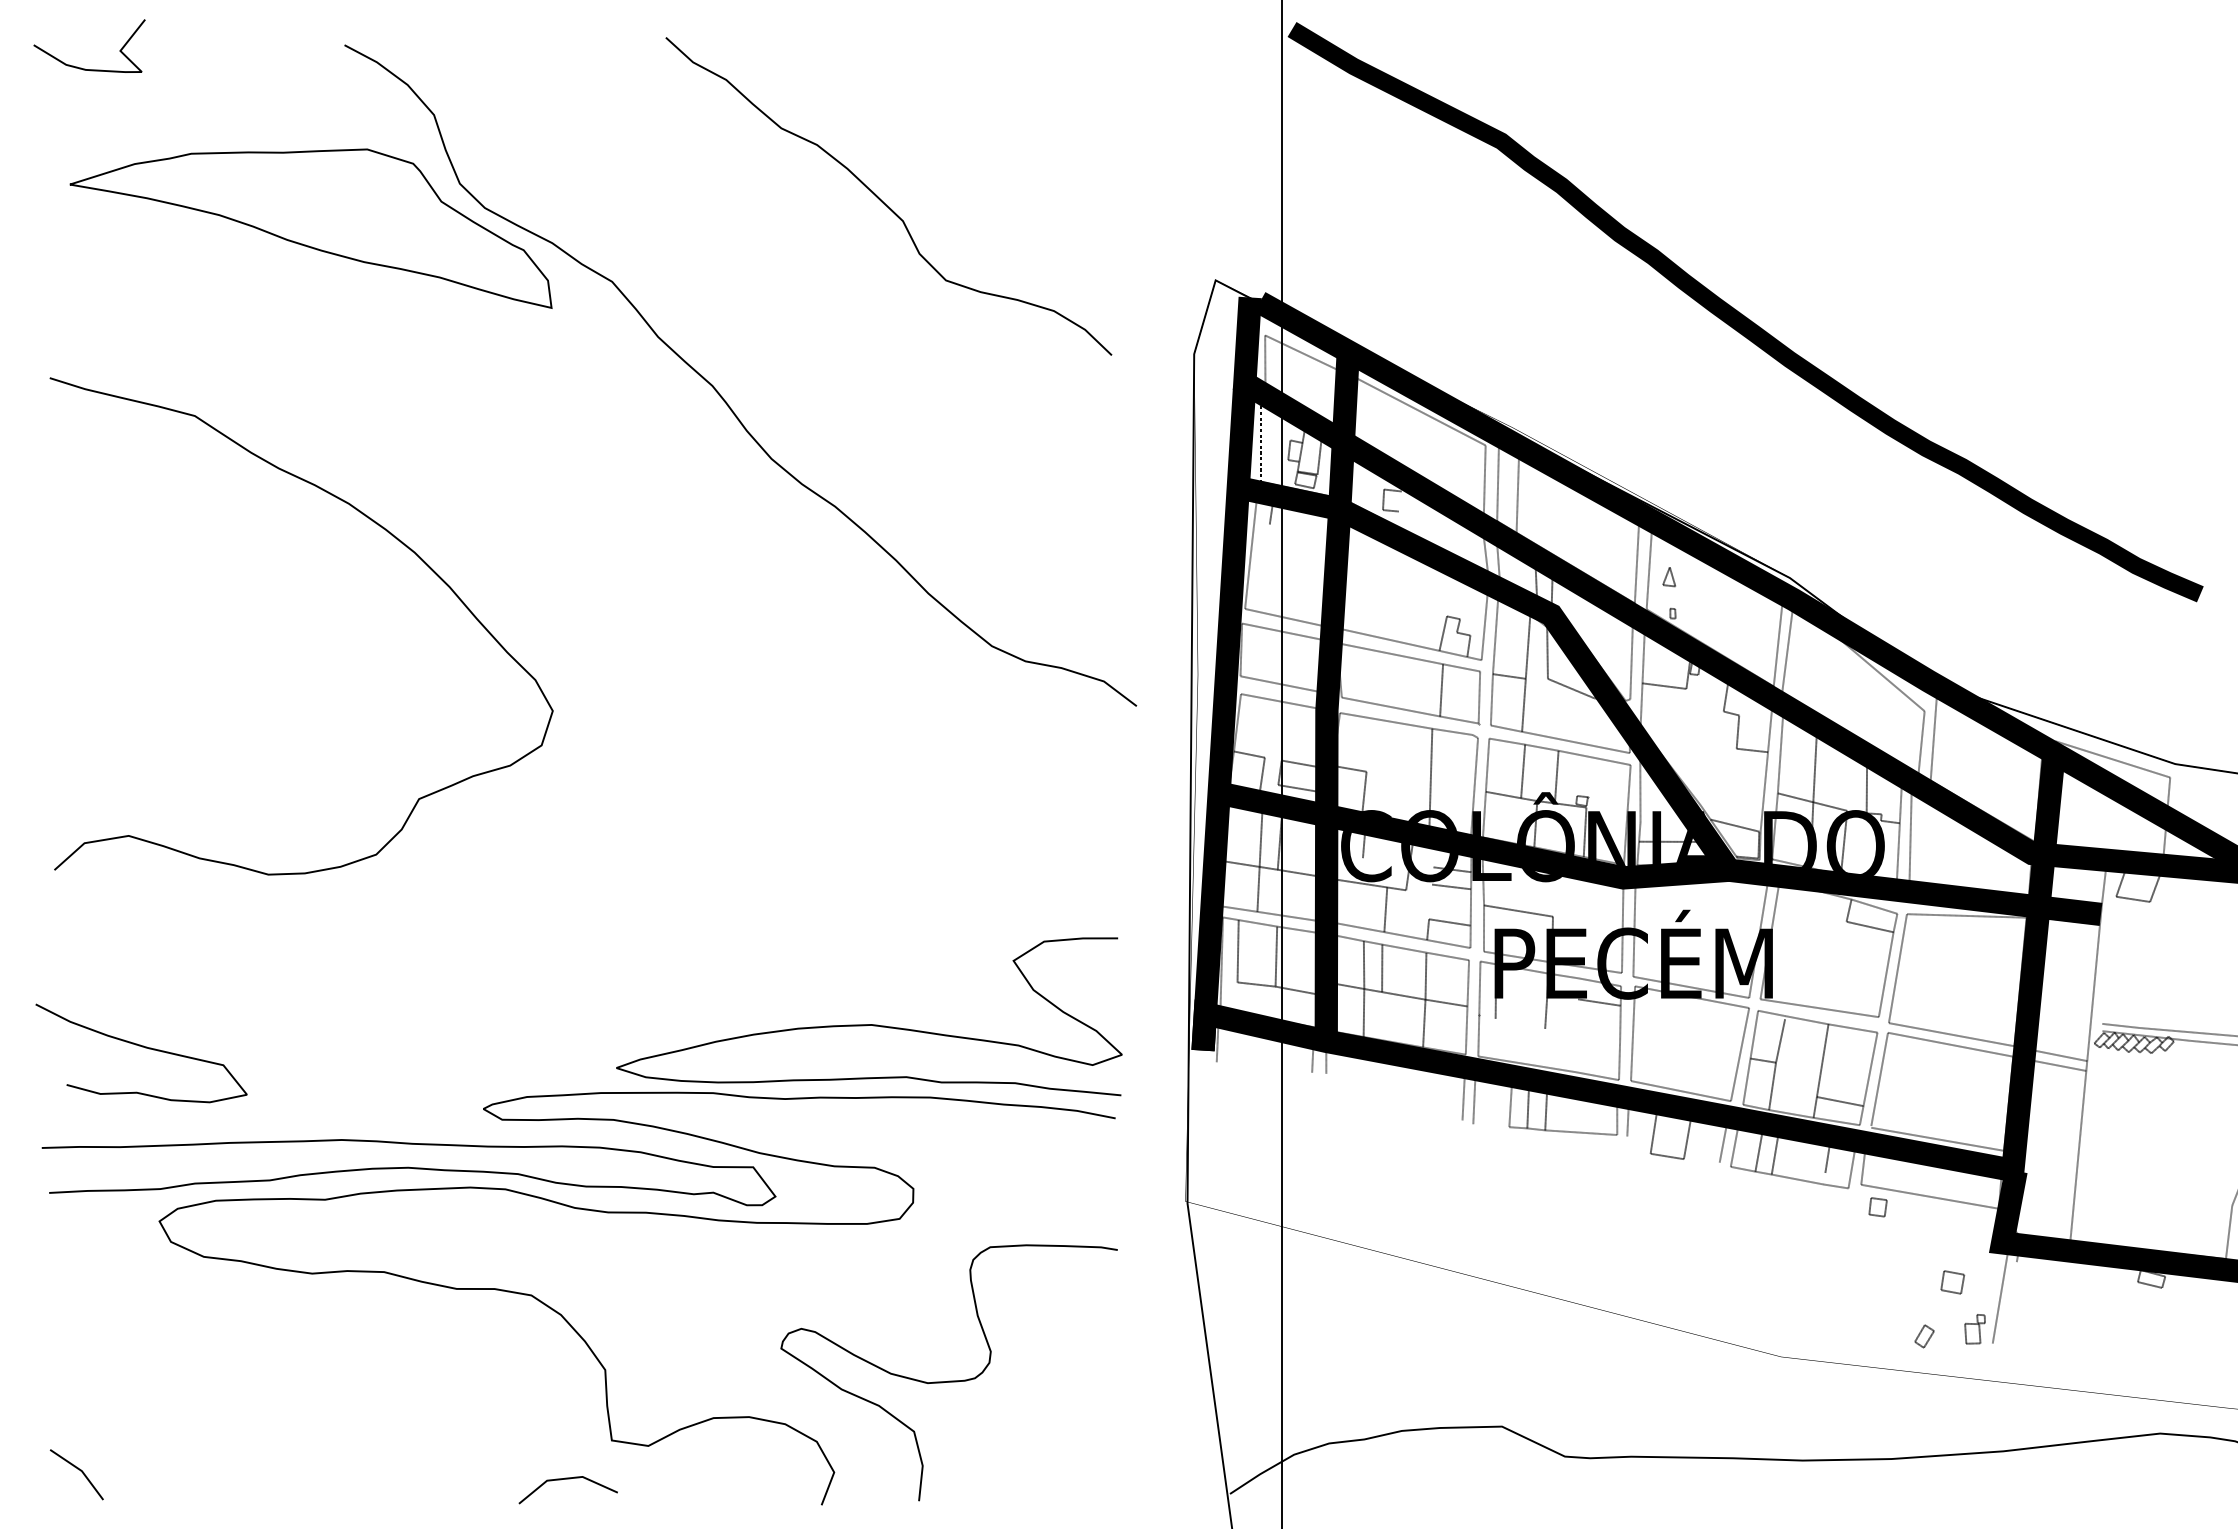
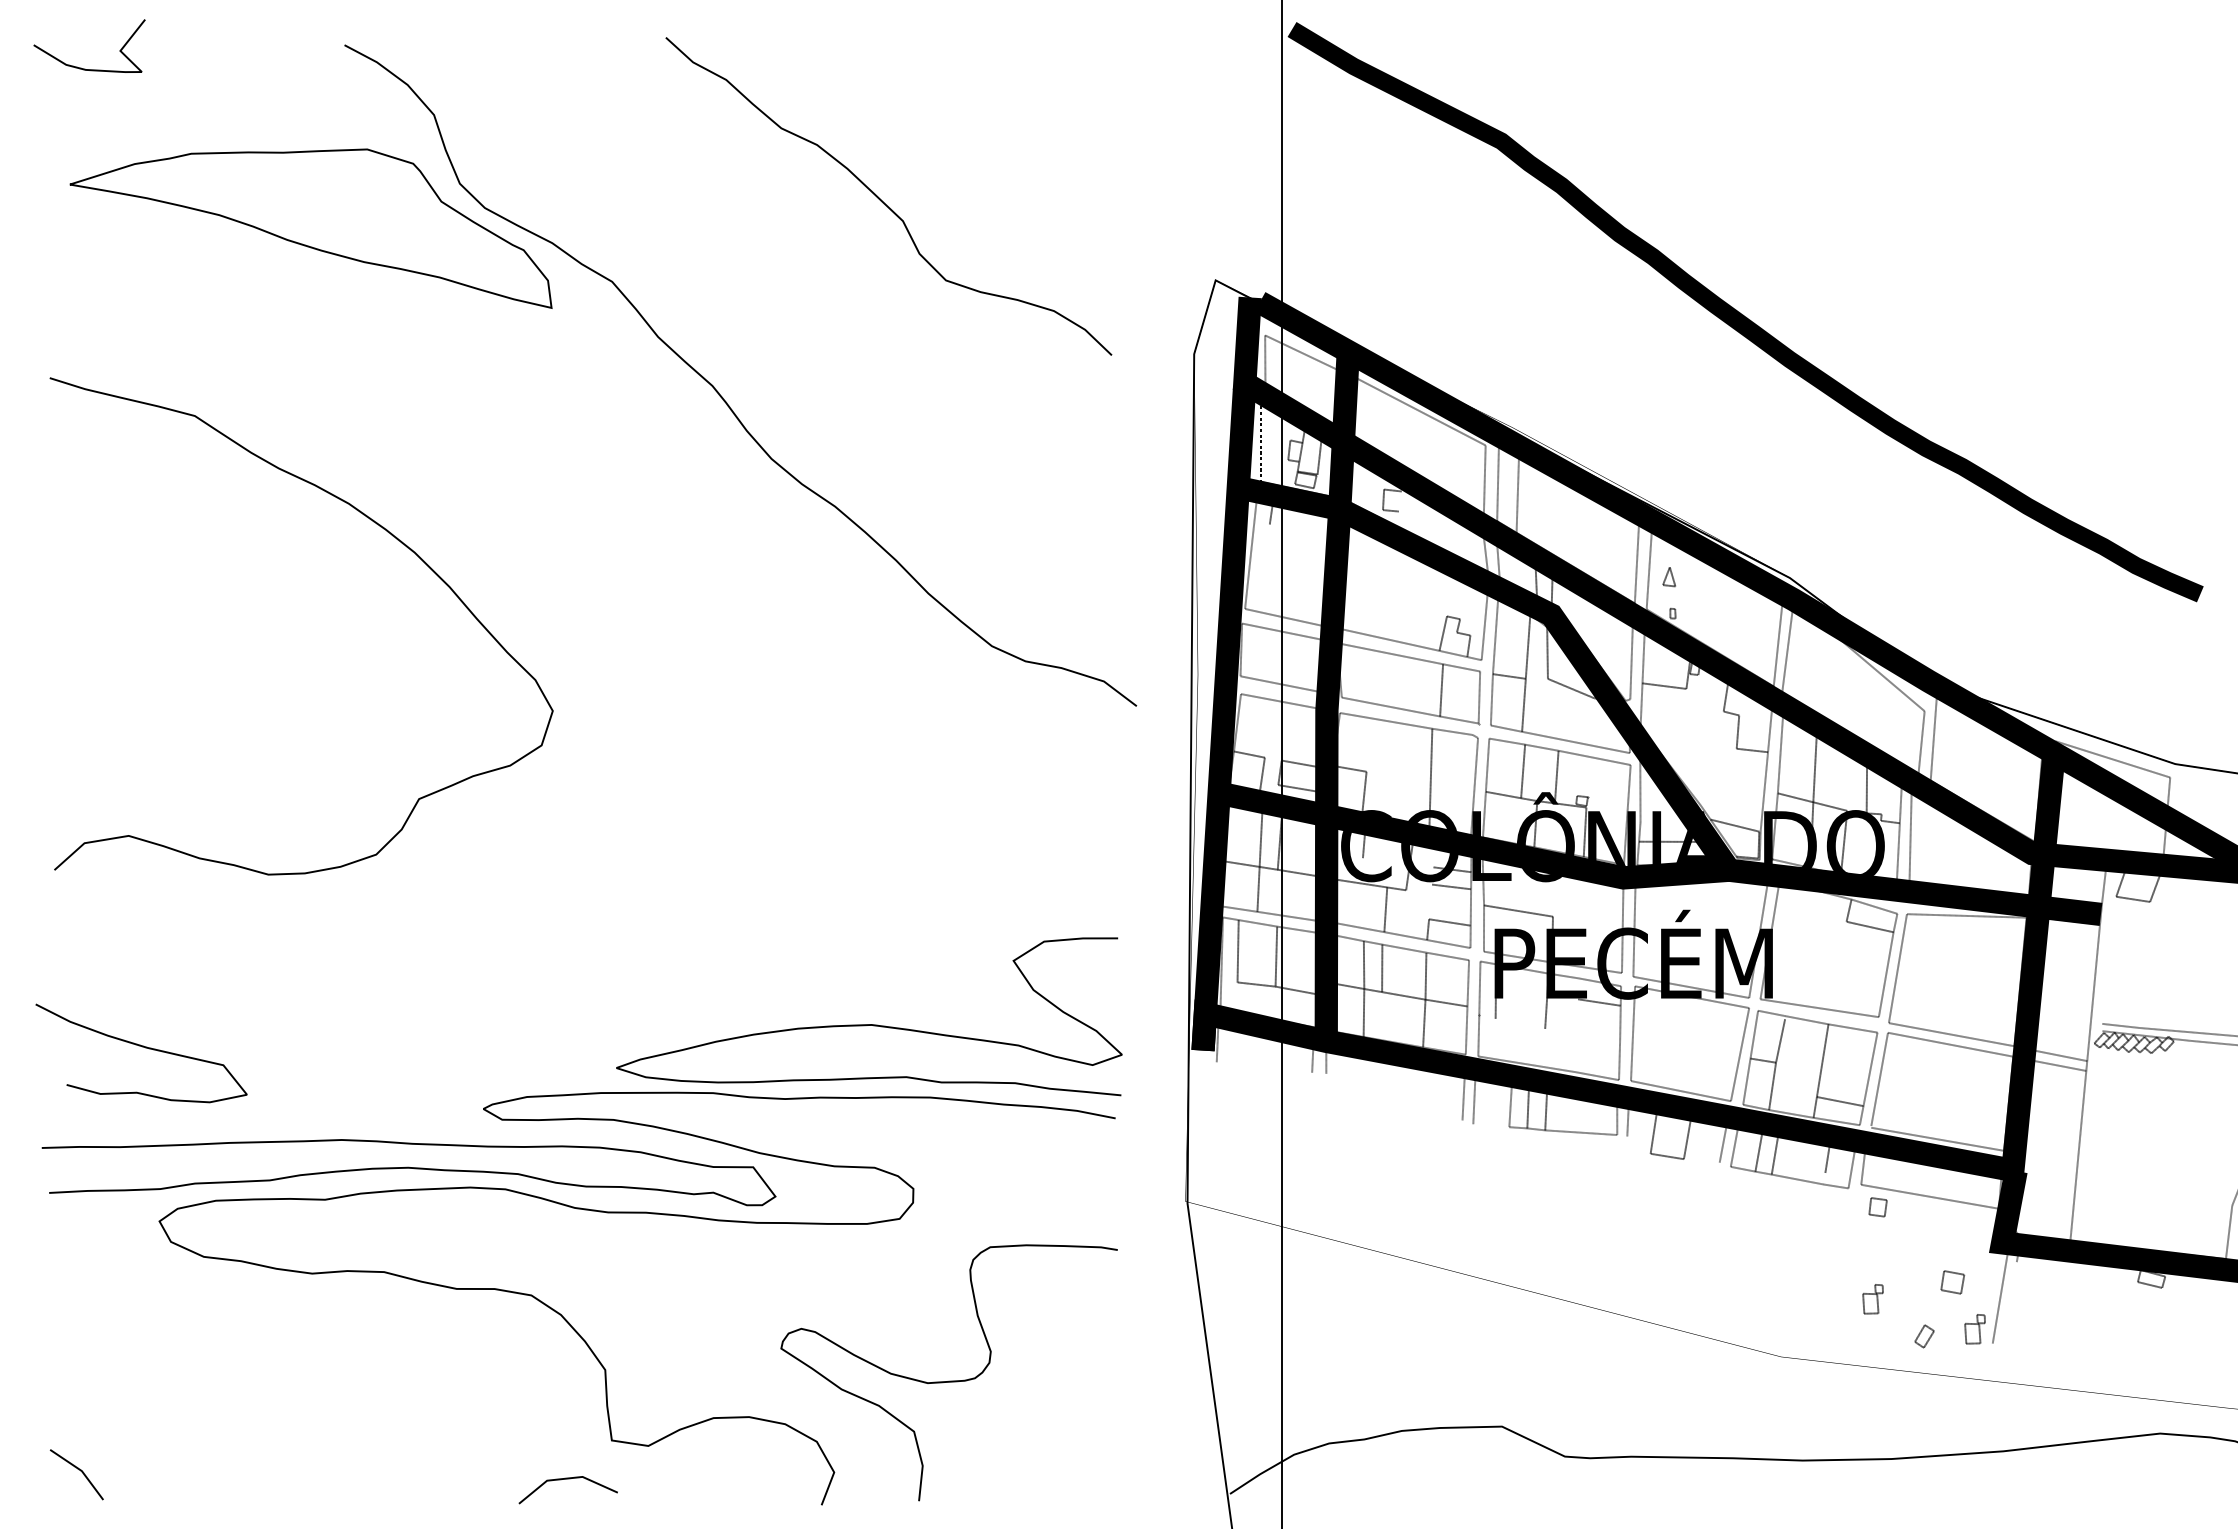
part at (1872, 1299): none -> present
